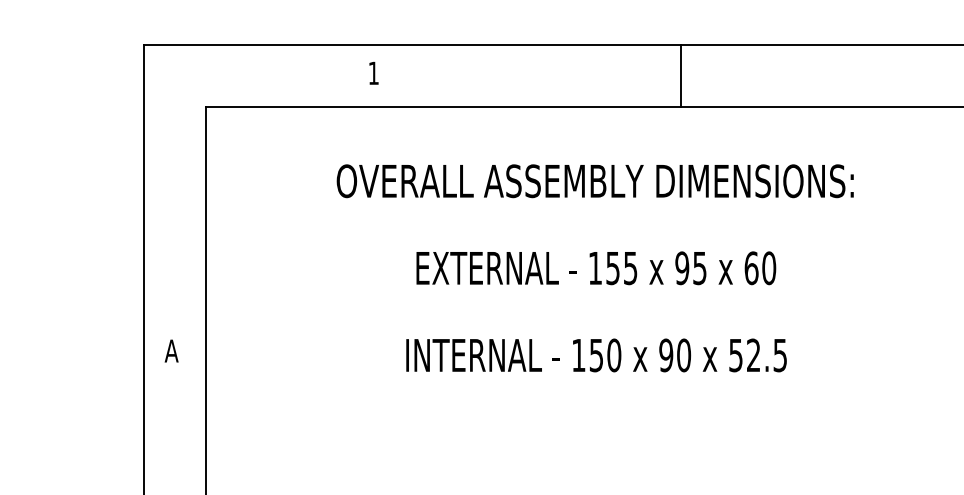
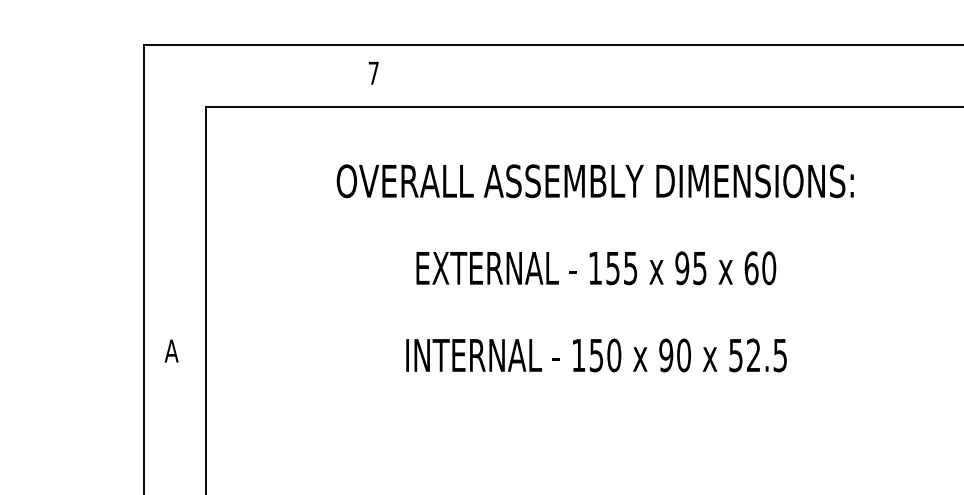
text at (373, 72): 1 -> 7
line at (680, 76): present -> none
